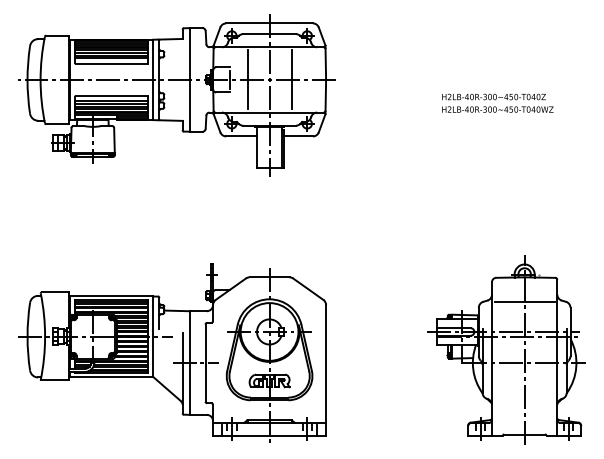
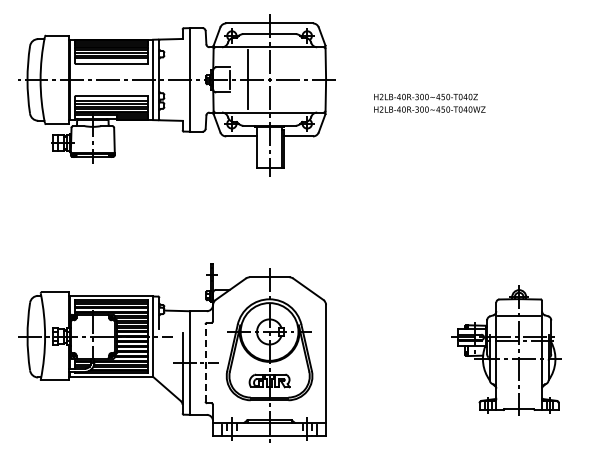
line at (291, 79): present -> none
text at (497, 102) position: (497, 102) -> (429, 102)
part at (506, 349) size: 159x190 px -> 111x131 px
line at (205, 363): solid -> dashed
